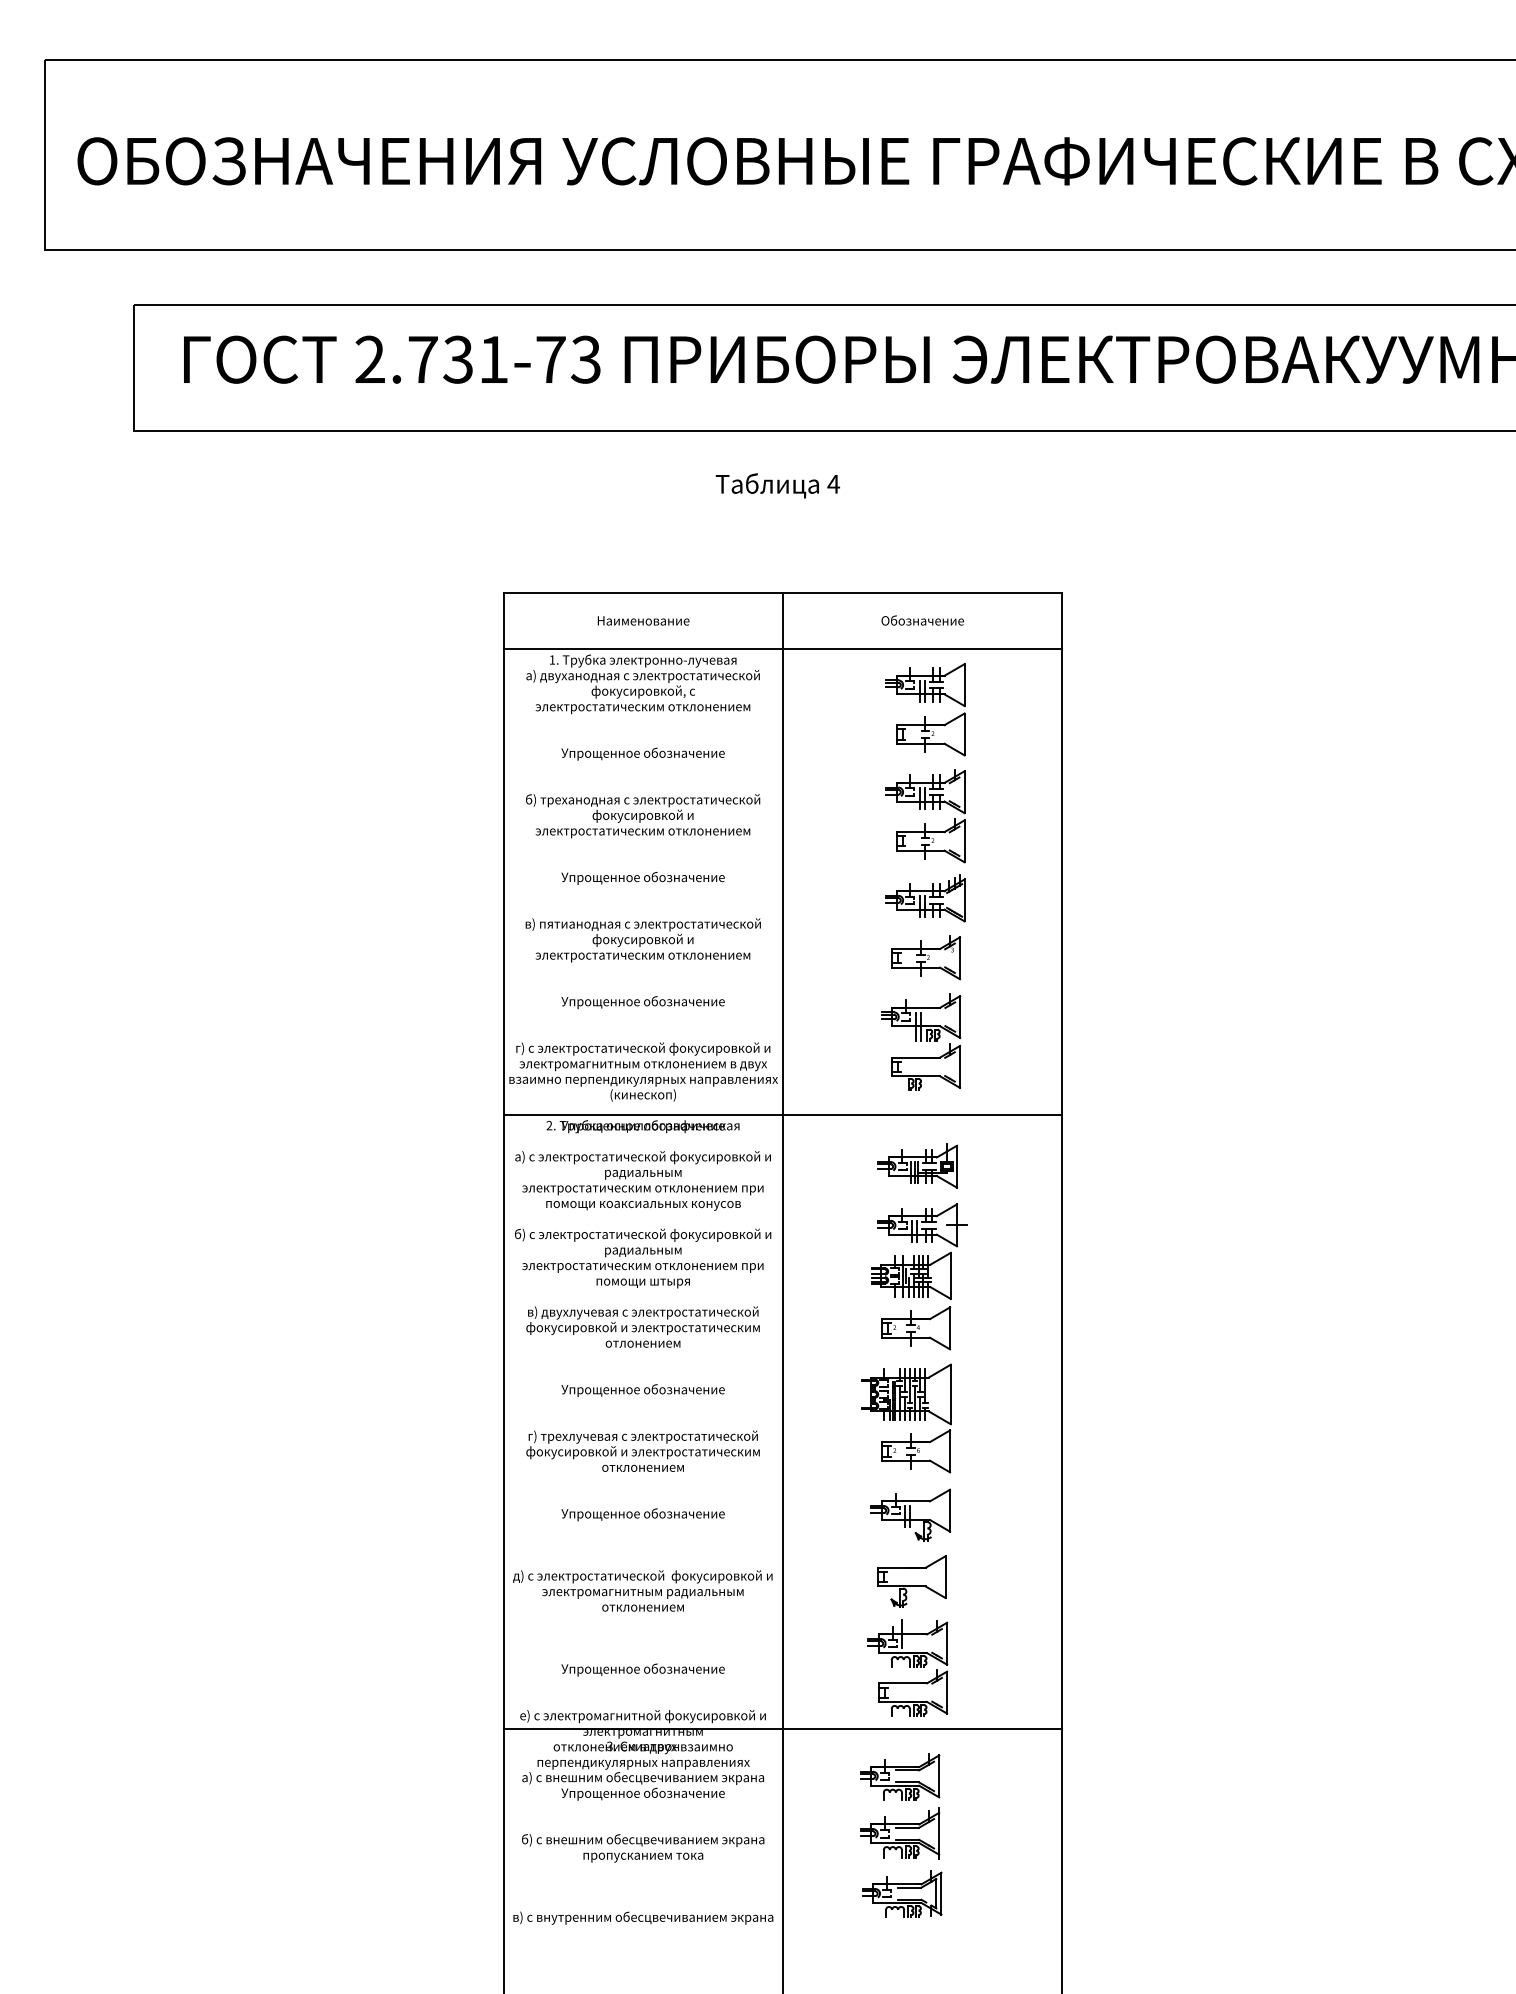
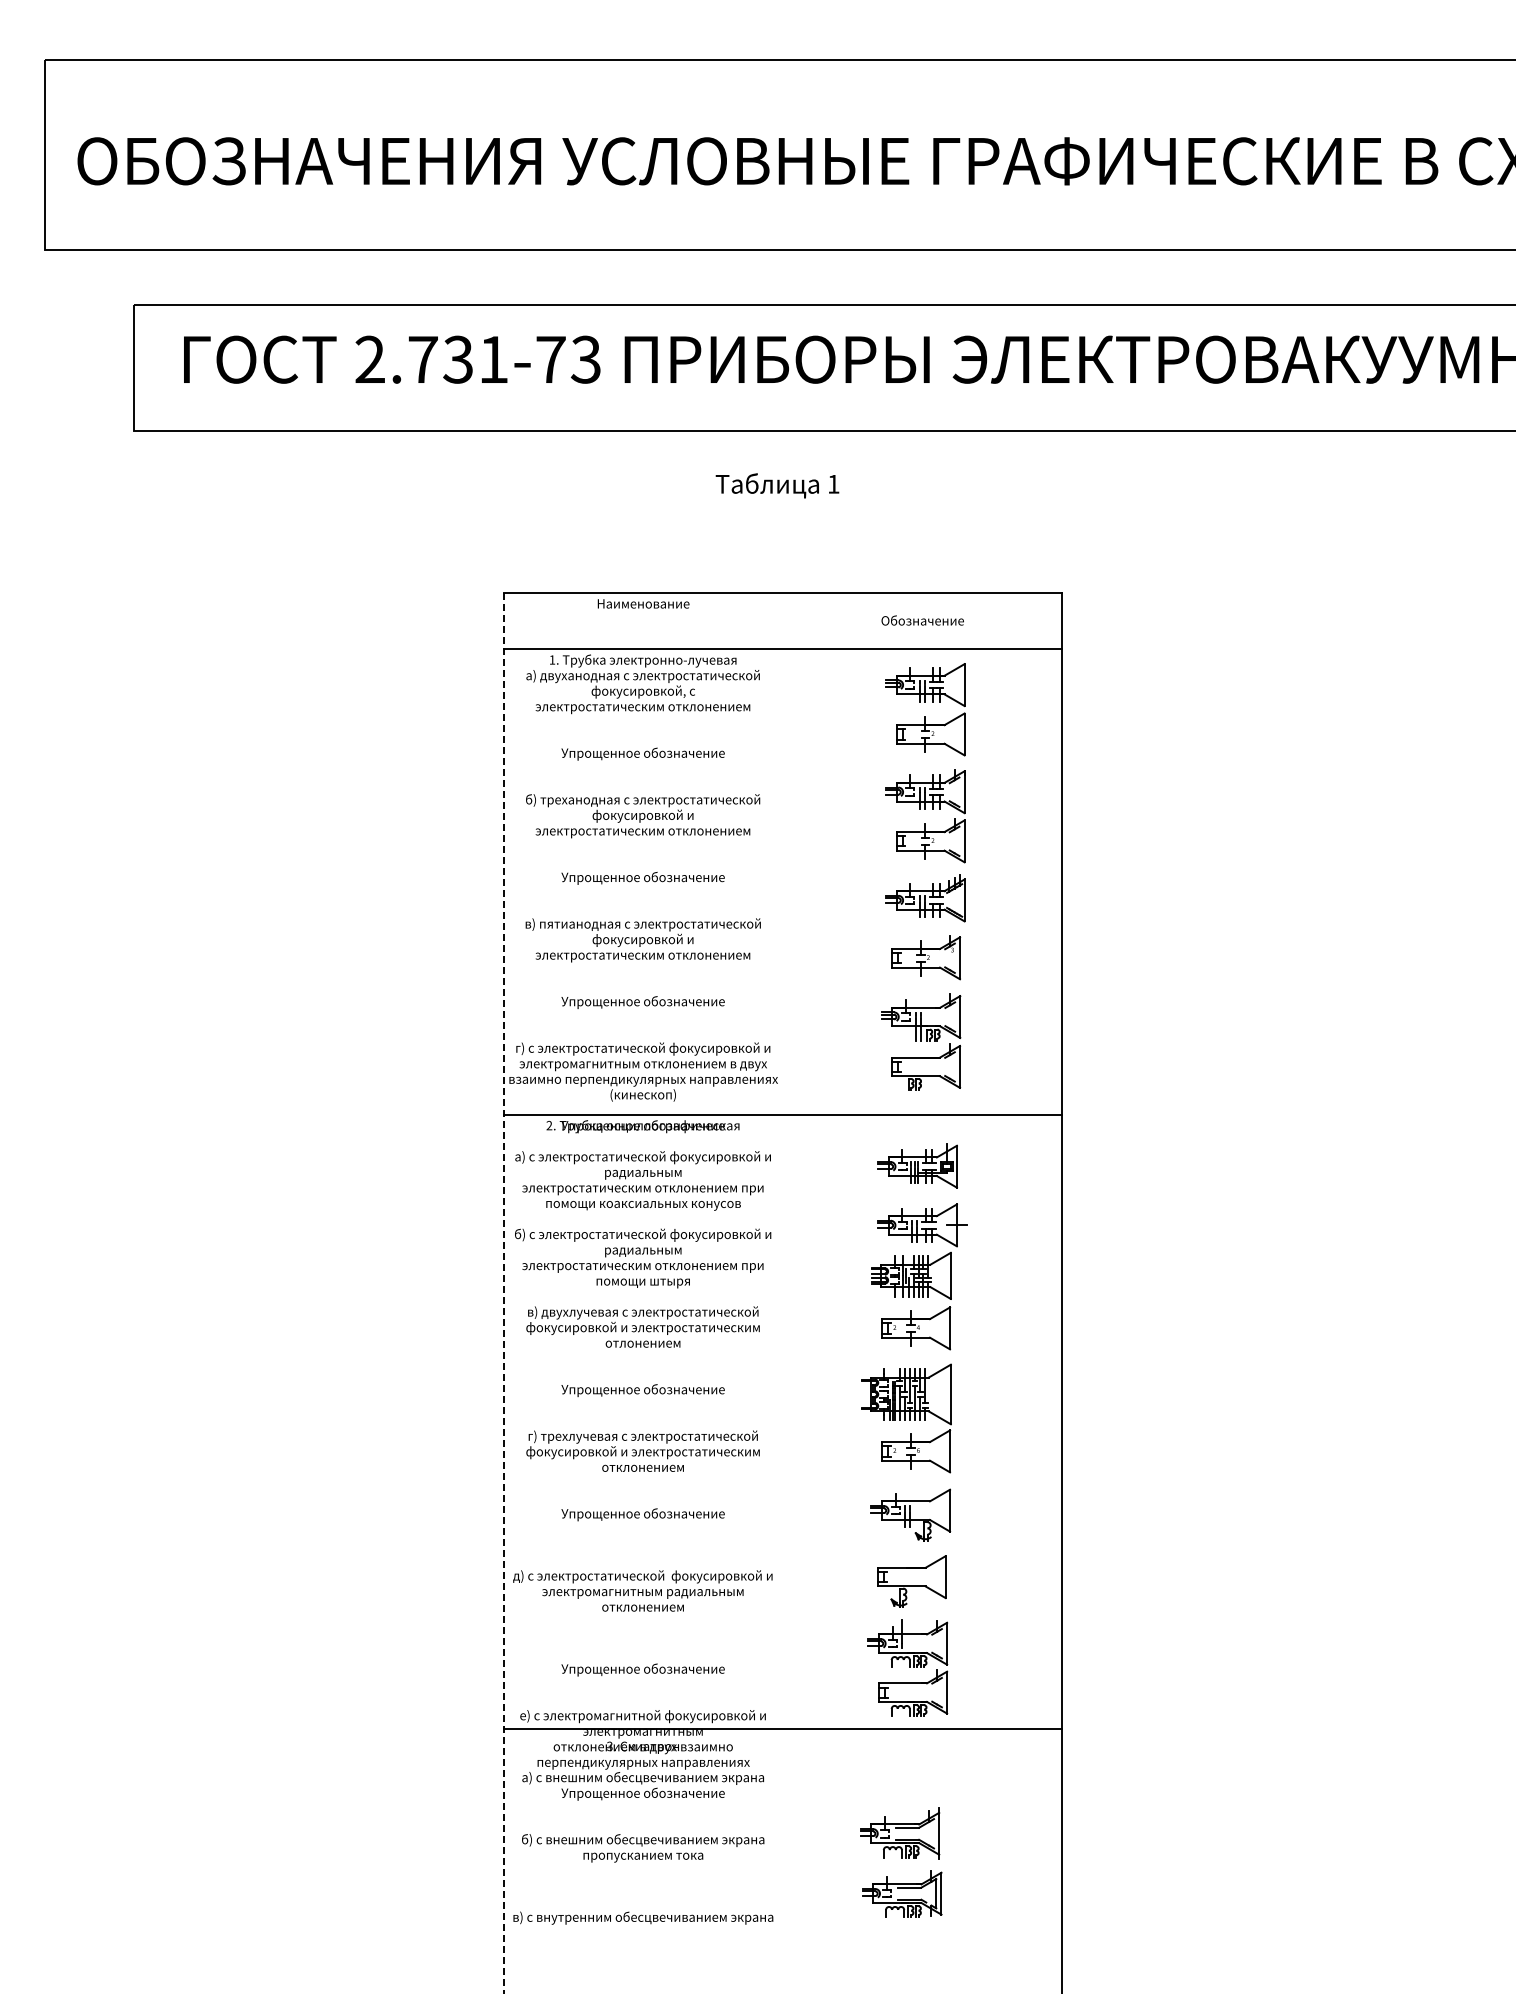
text at (833, 484): 4 -> 1
text at (643, 620) position: (643, 620) -> (643, 603)
line at (783, 1291): present -> none
line at (503, 1294): solid -> dashed
part at (900, 1776): present -> none
